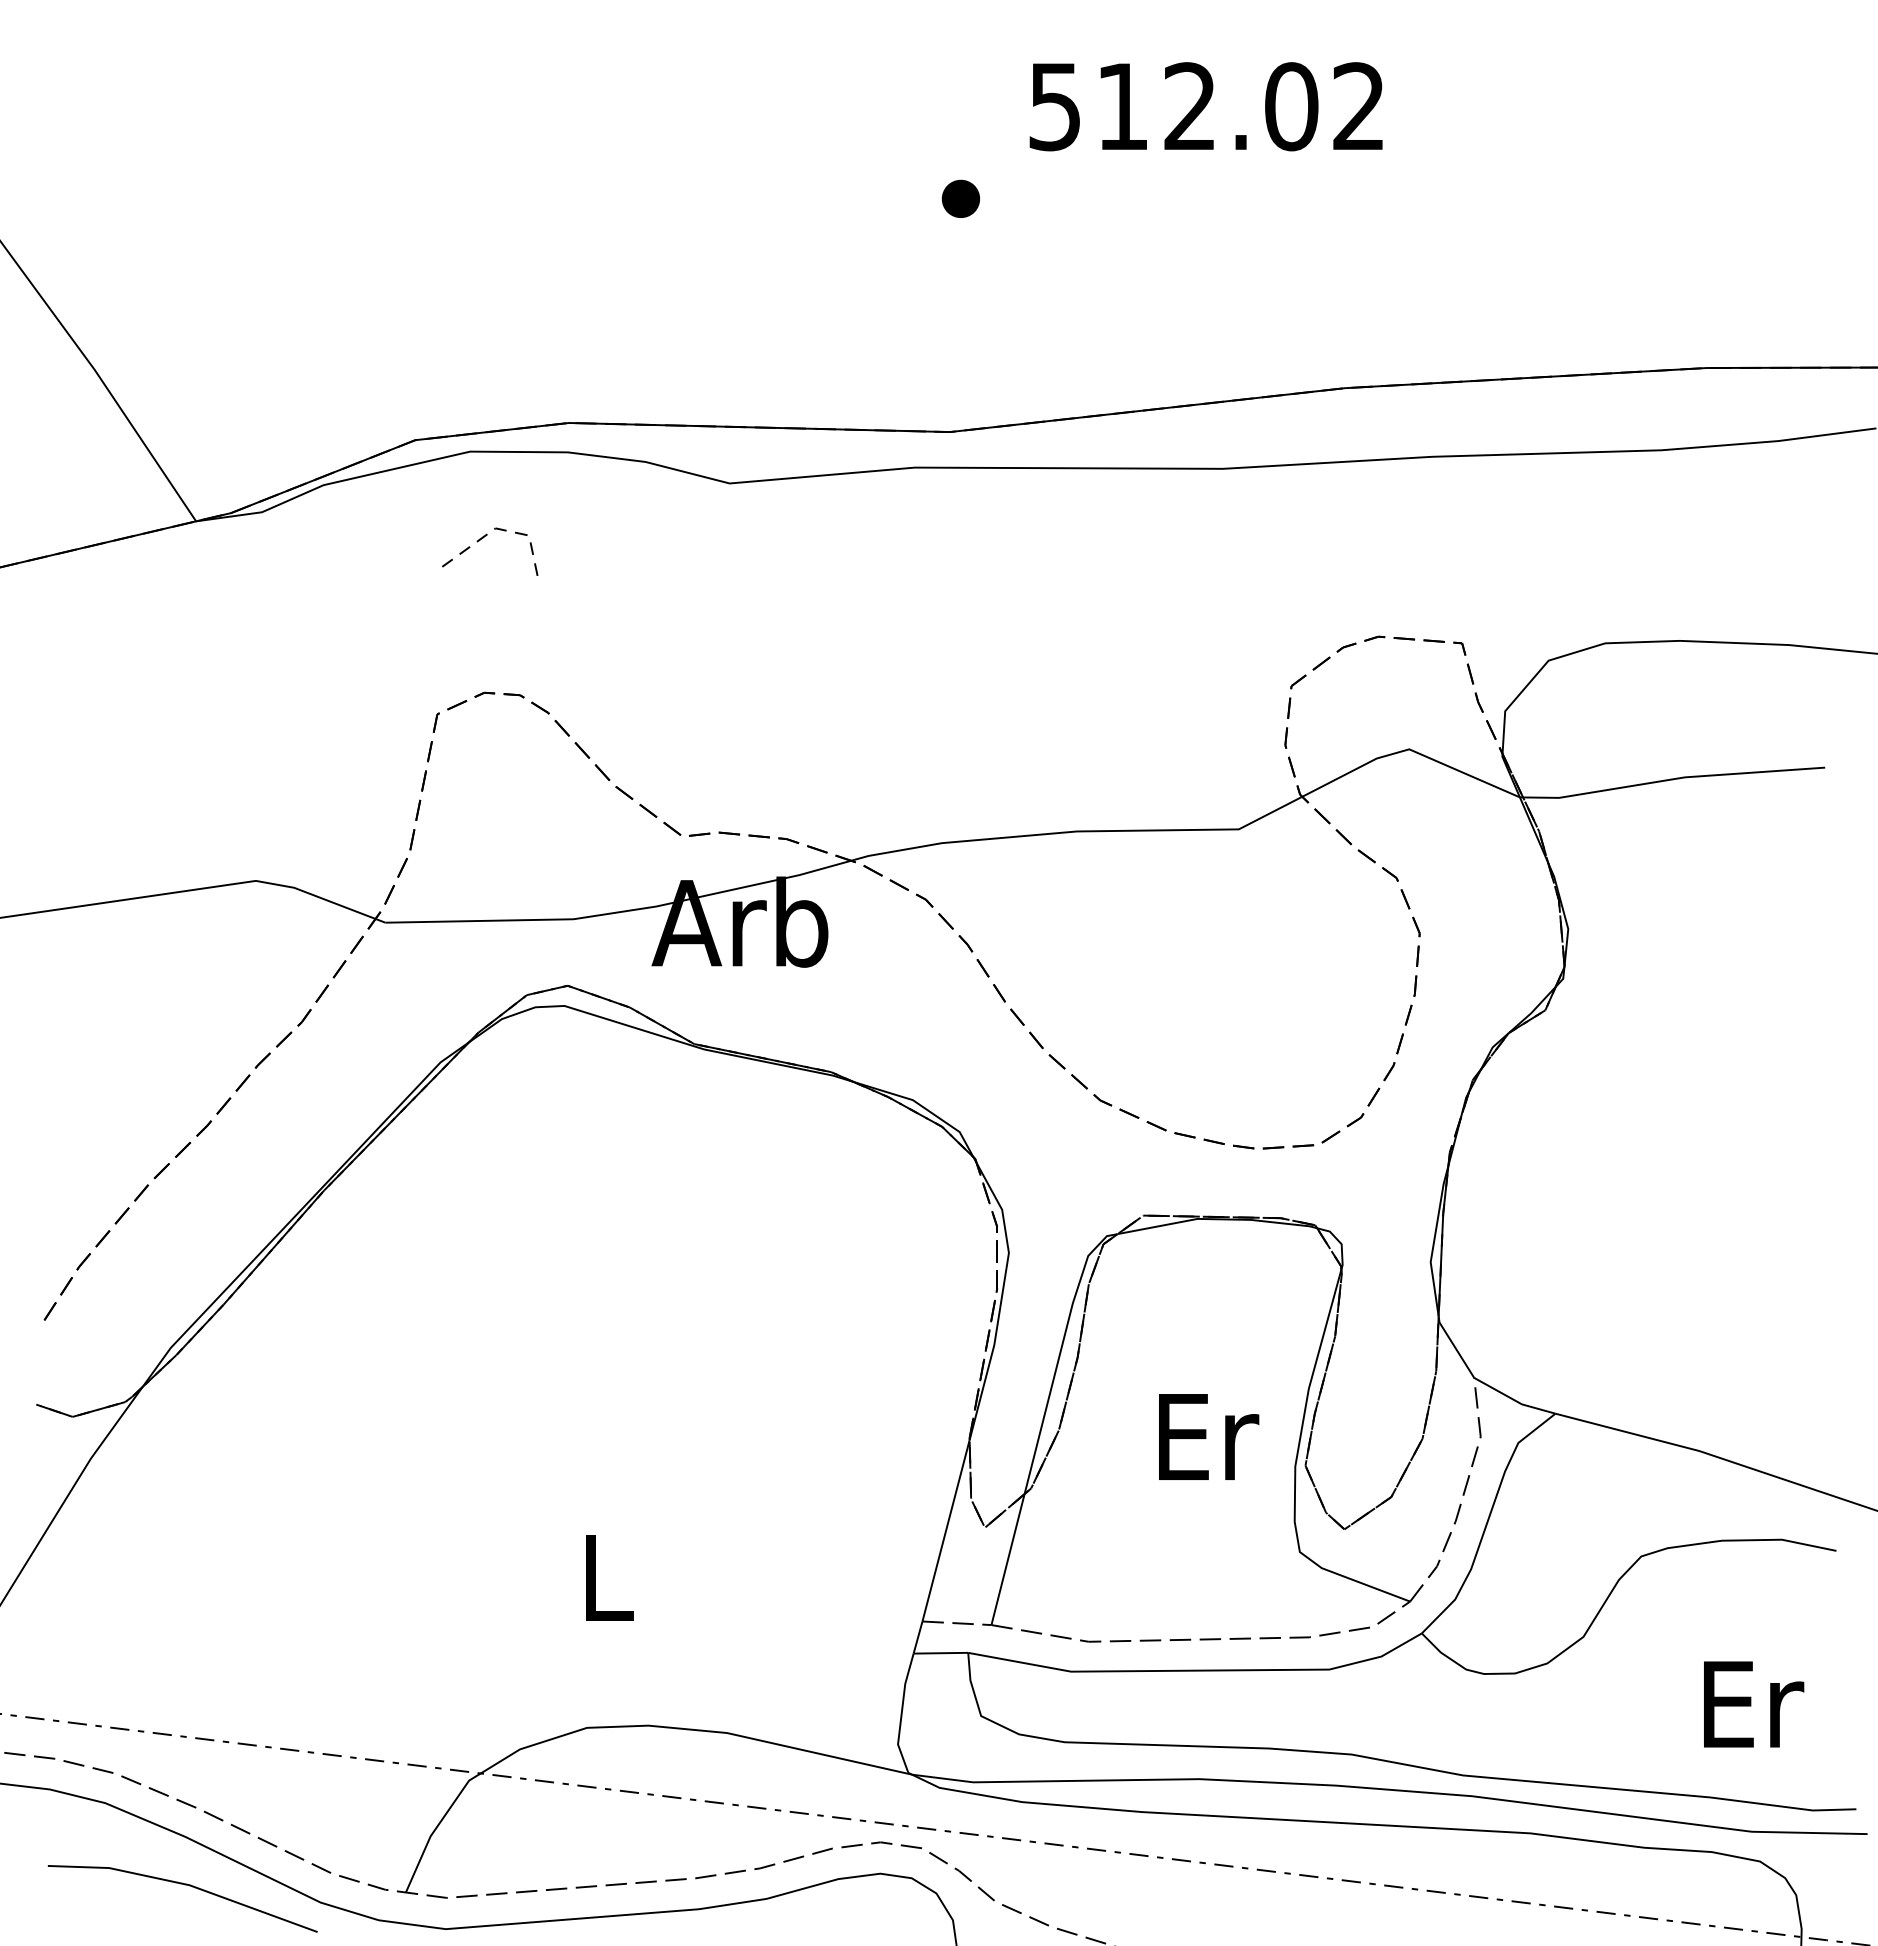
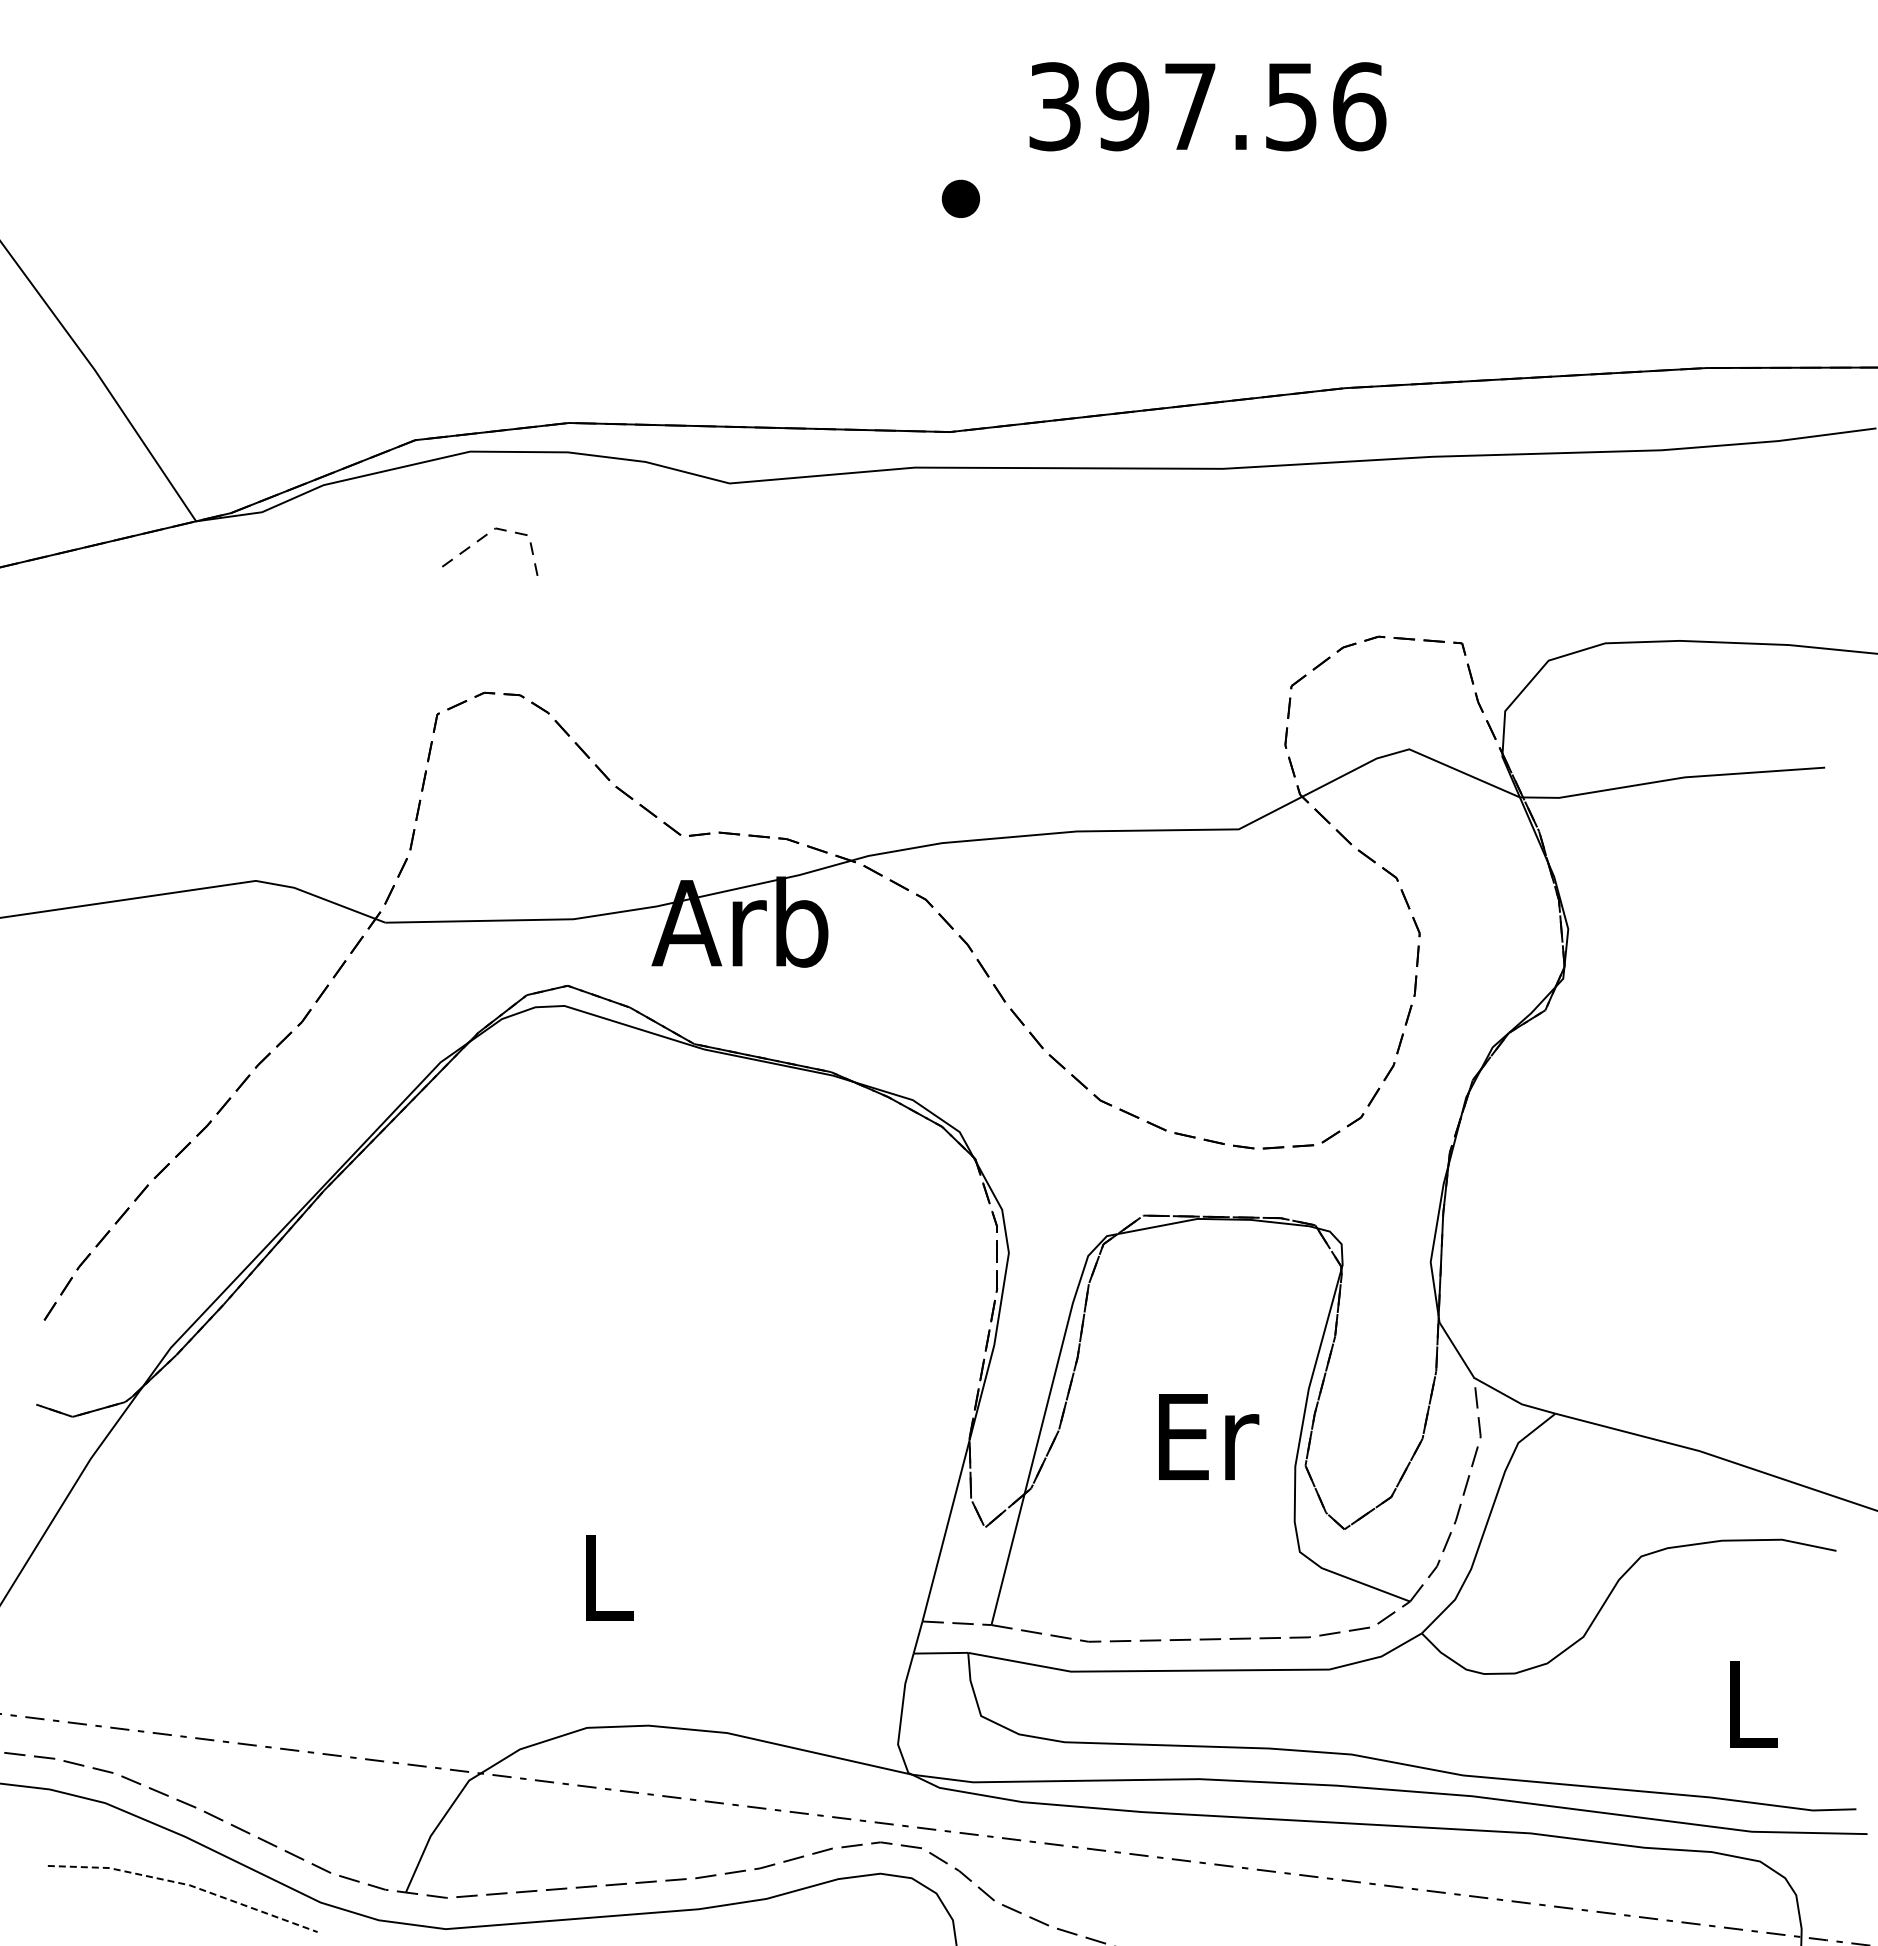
text at (1207, 106): 512.02 -> 397.56
text at (1754, 1704): Er -> L
line at (185, 1884): solid -> dashed
